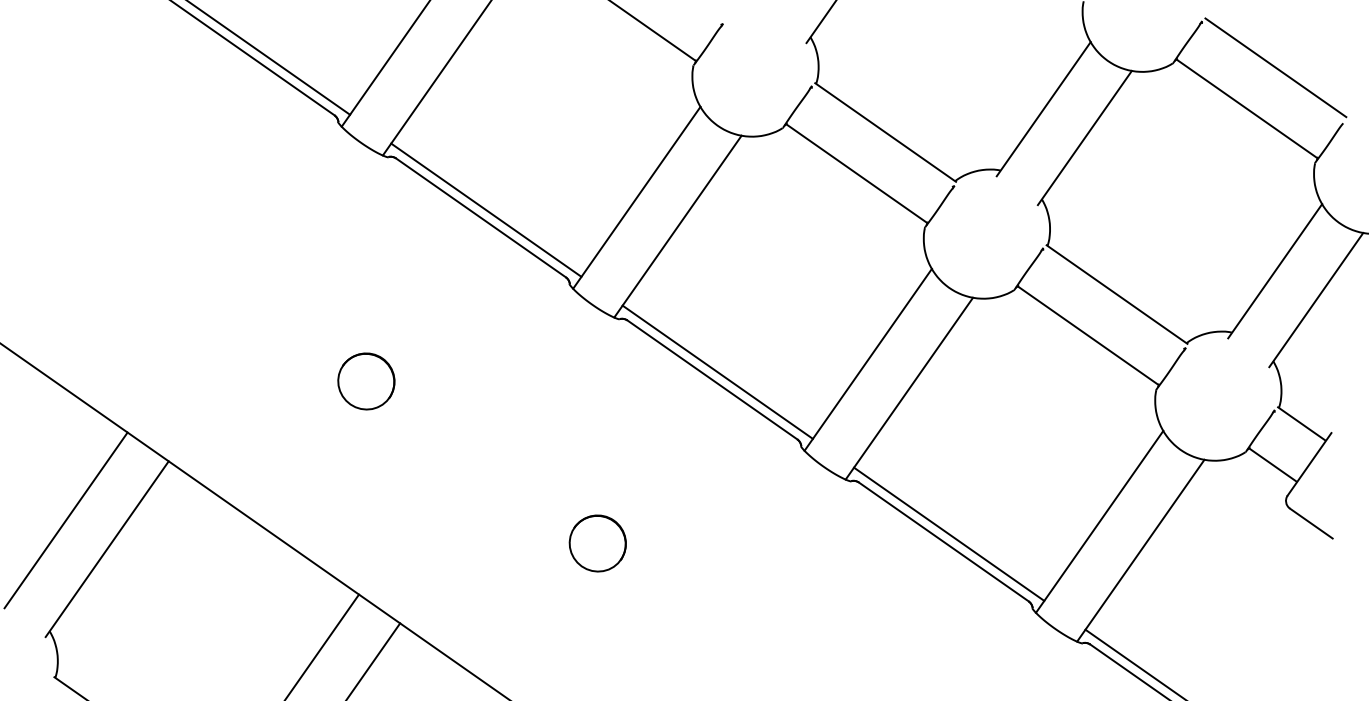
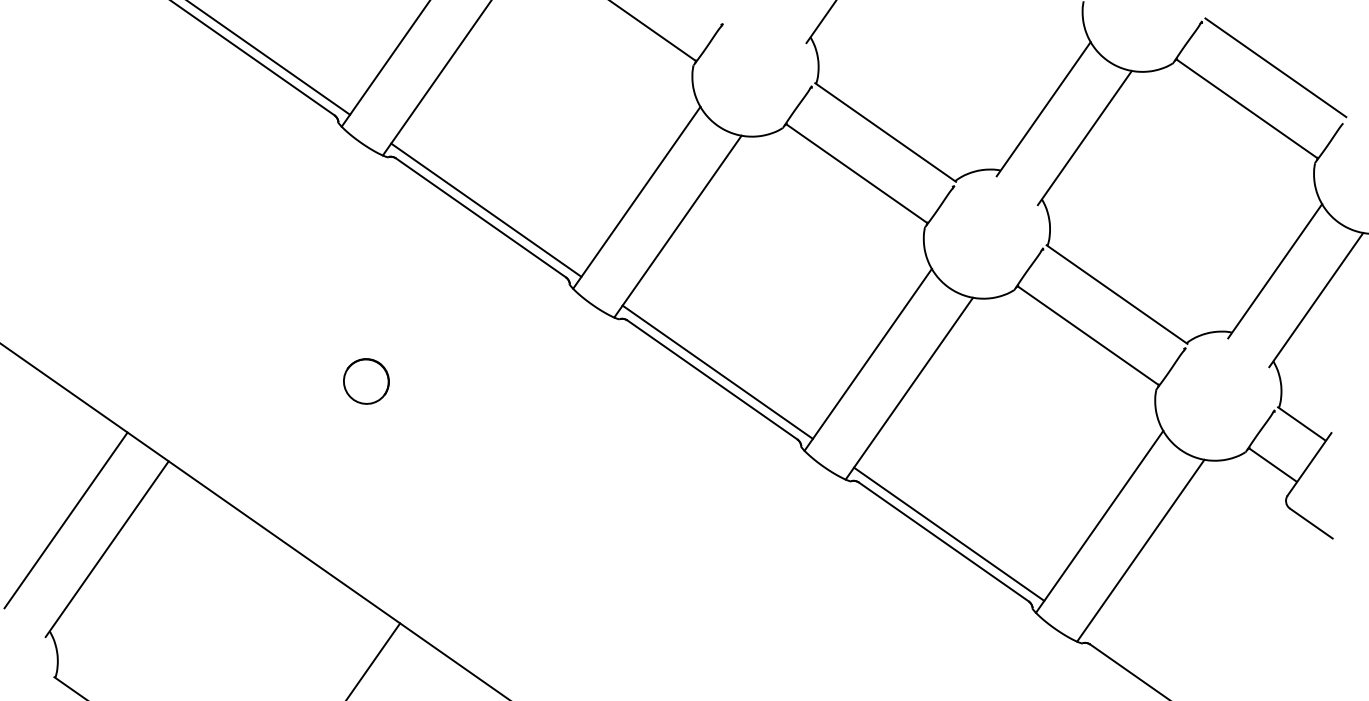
part at (366, 381) size: 59x59 px -> 47x47 px
part at (597, 543): present -> none
line at (323, 645): present -> none
line at (1133, 663): present -> none
